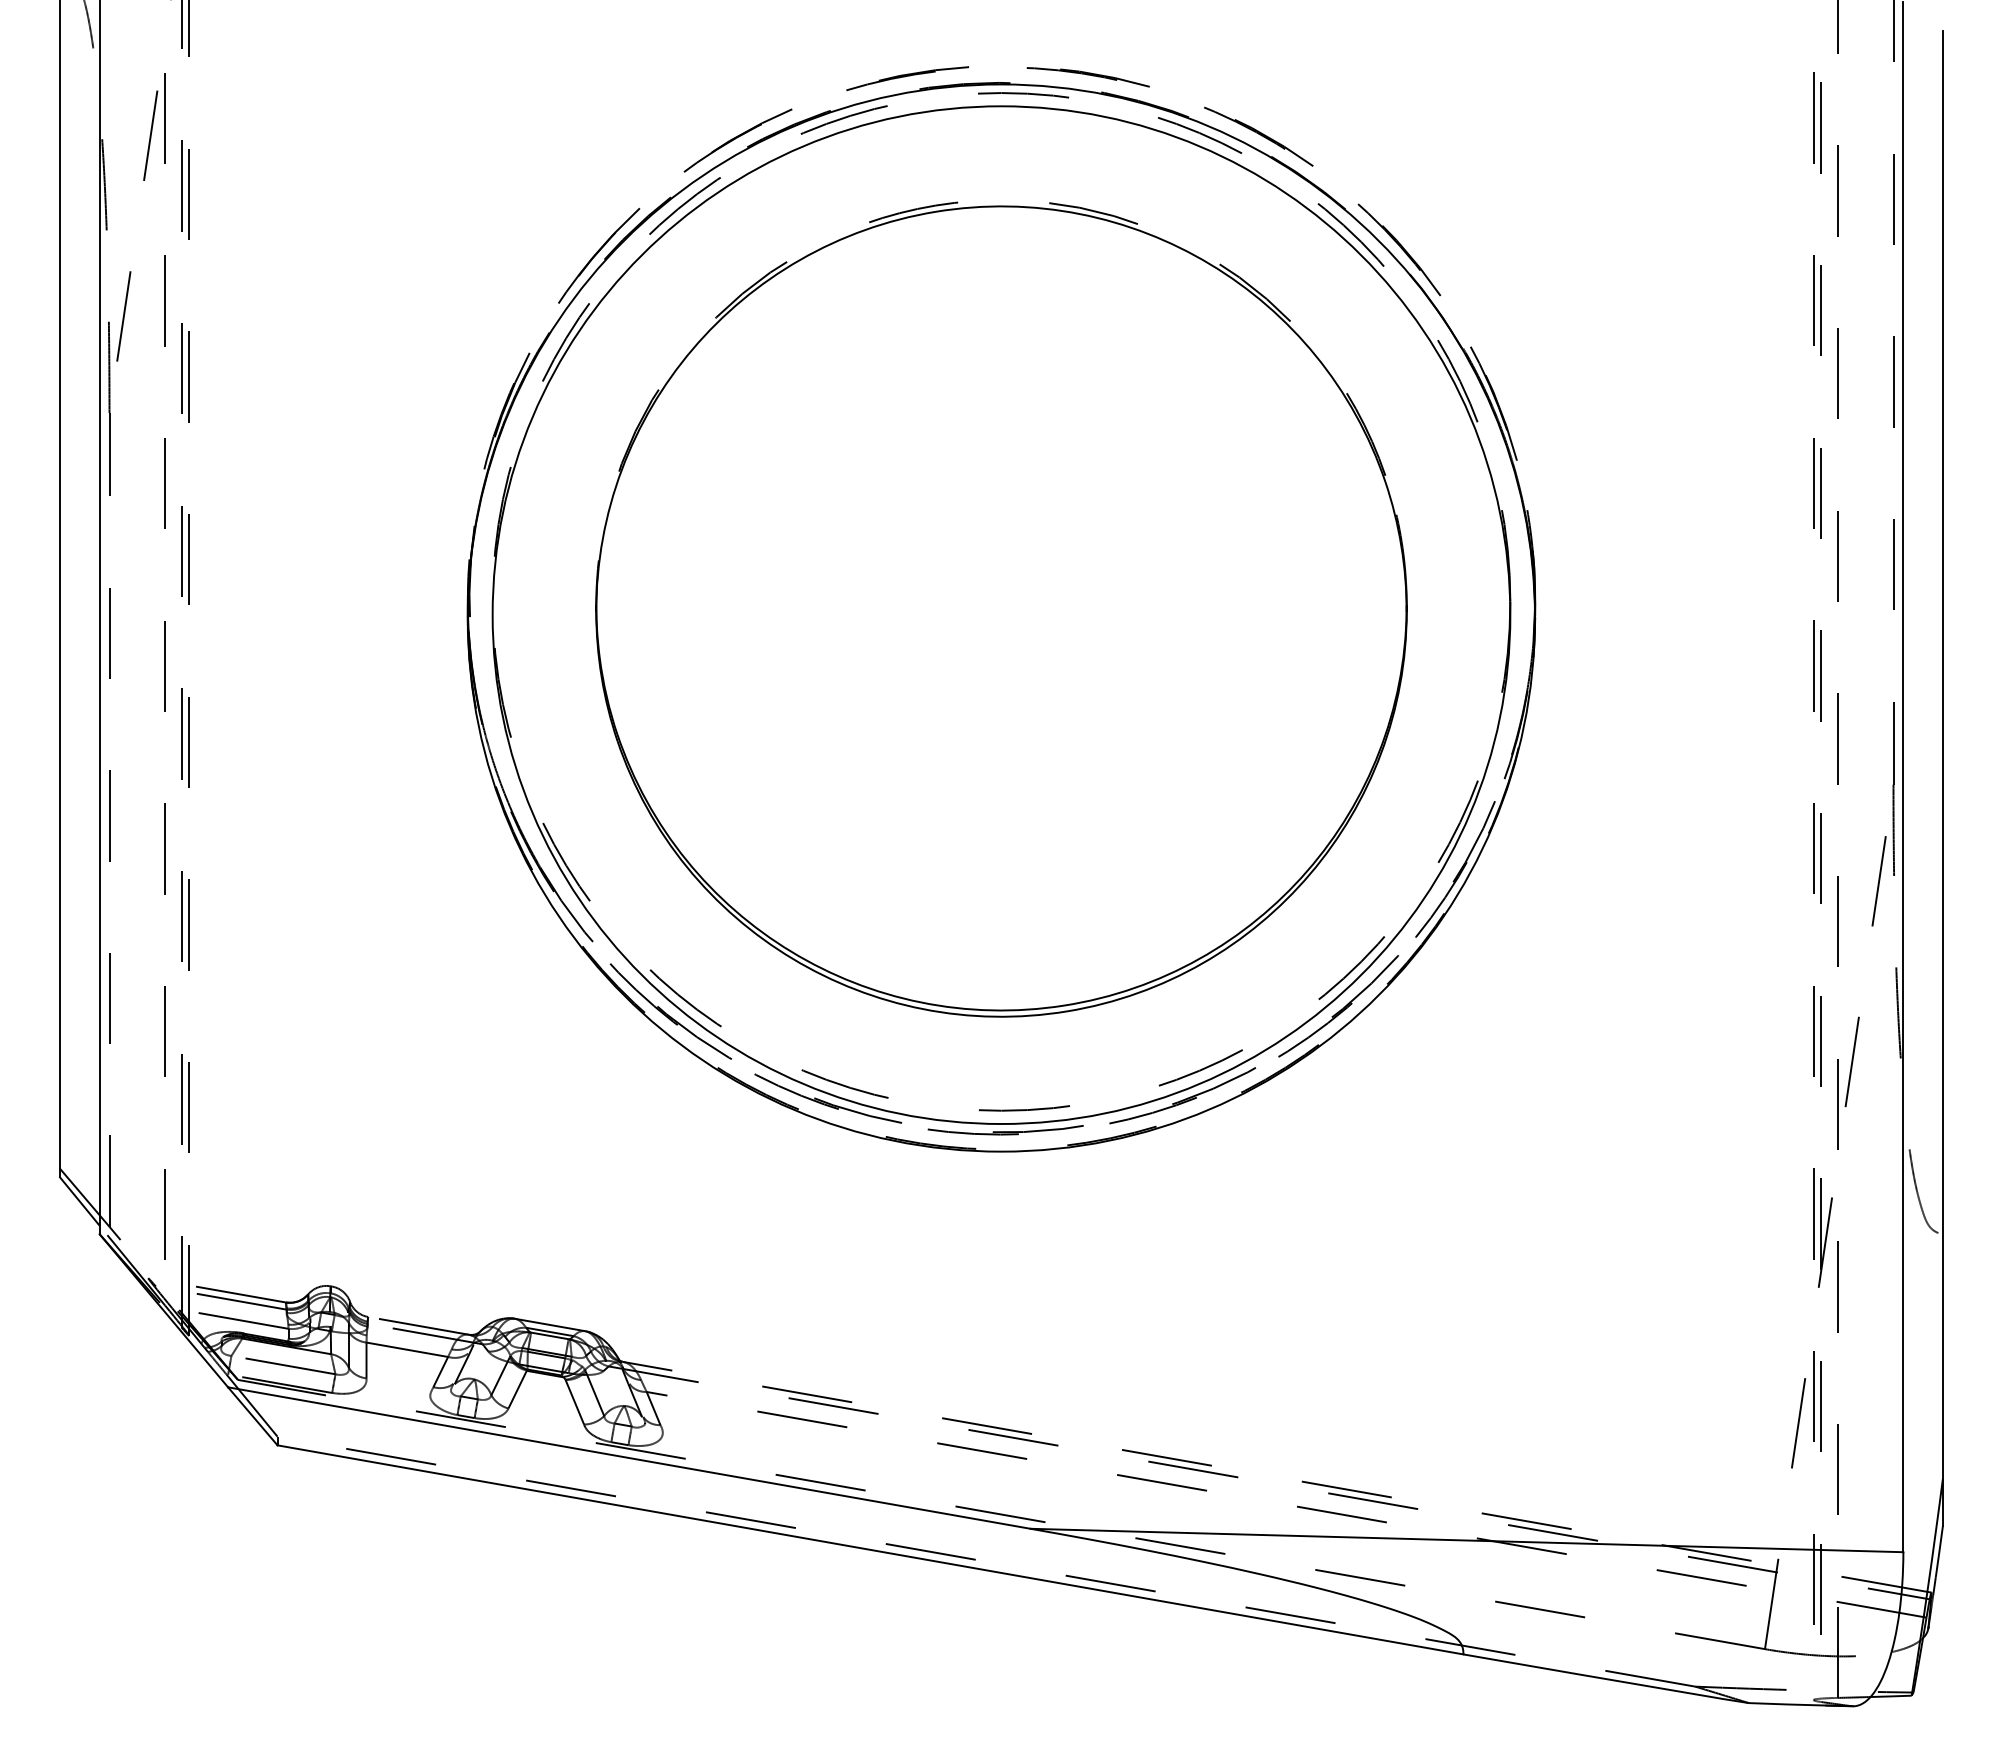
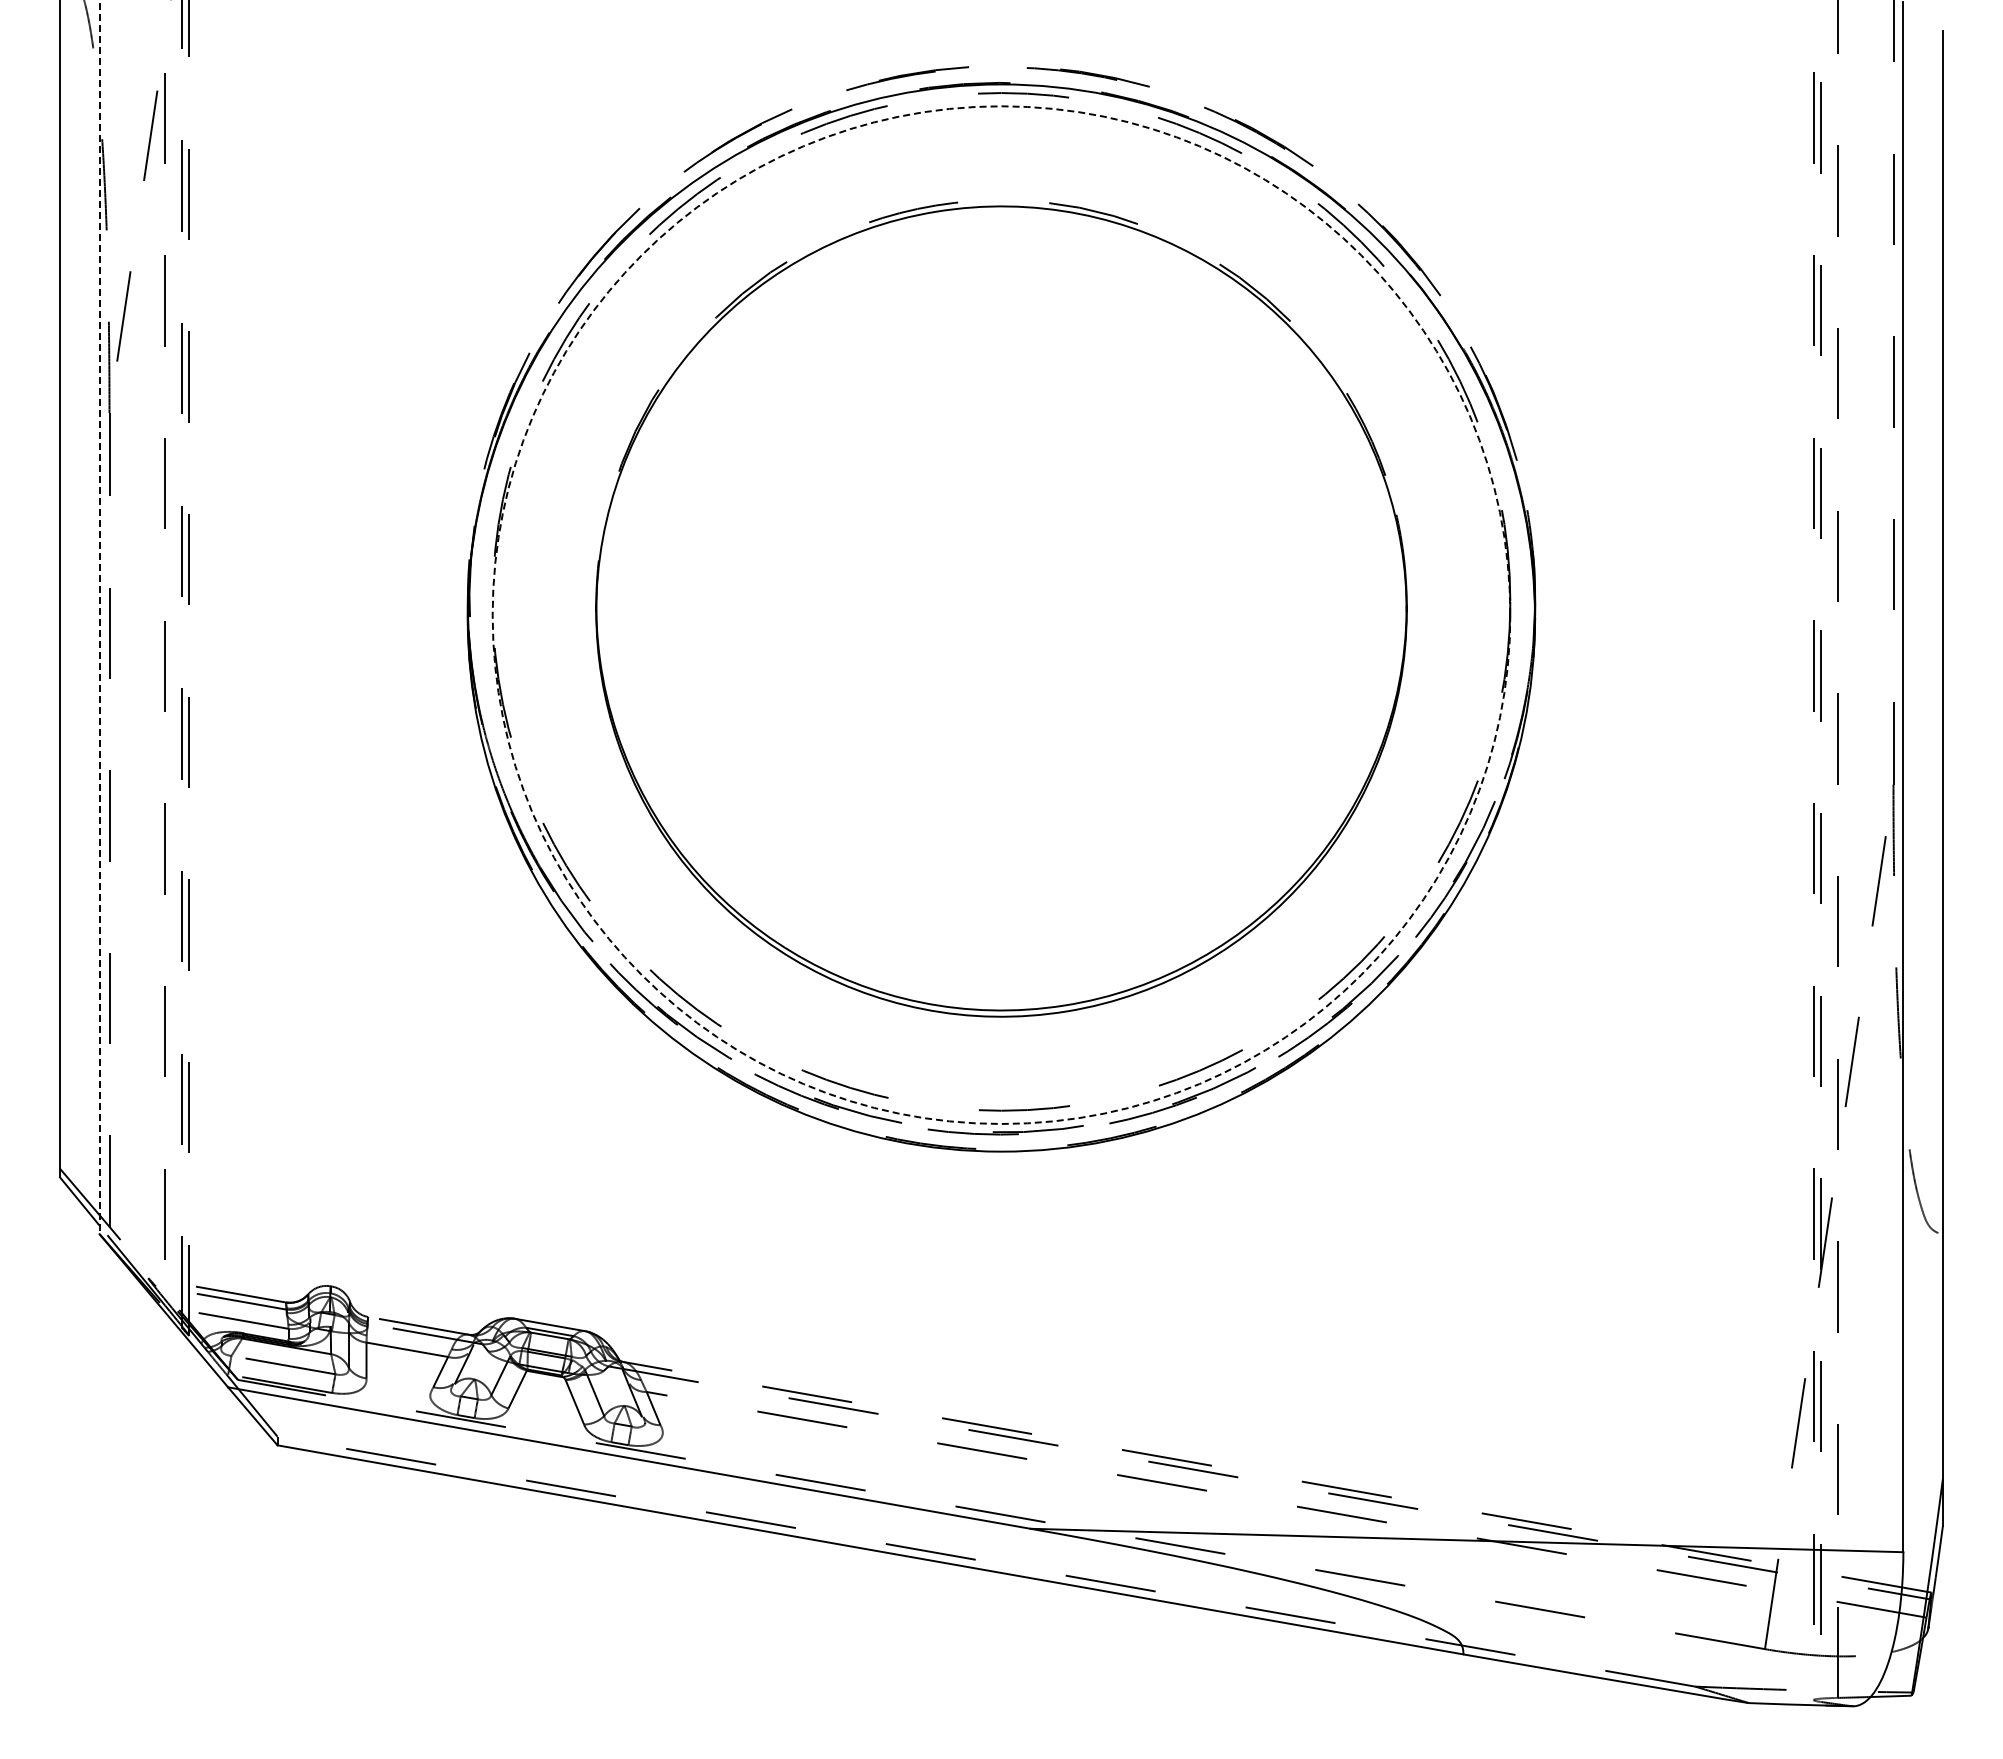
circle at (1001, 615): solid -> dashed
line at (99, 617): solid -> dashed
